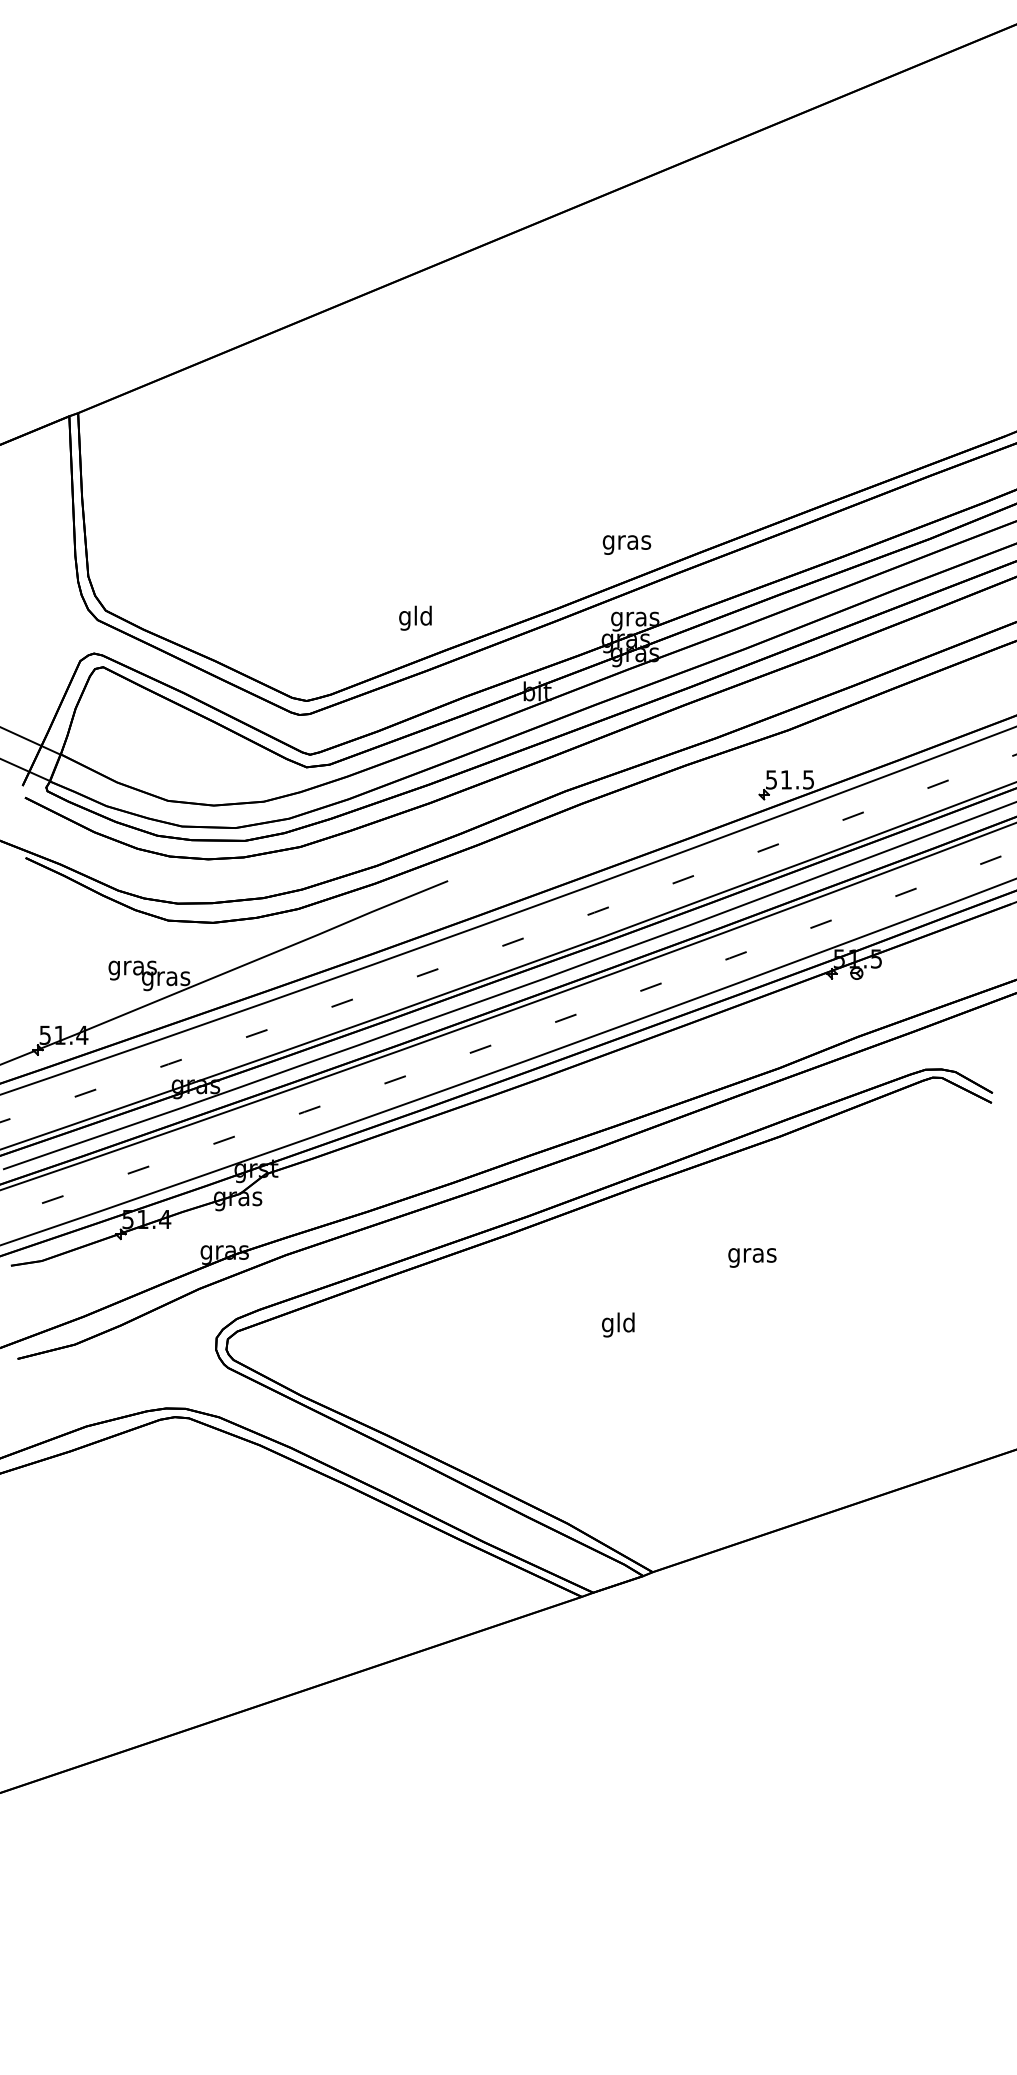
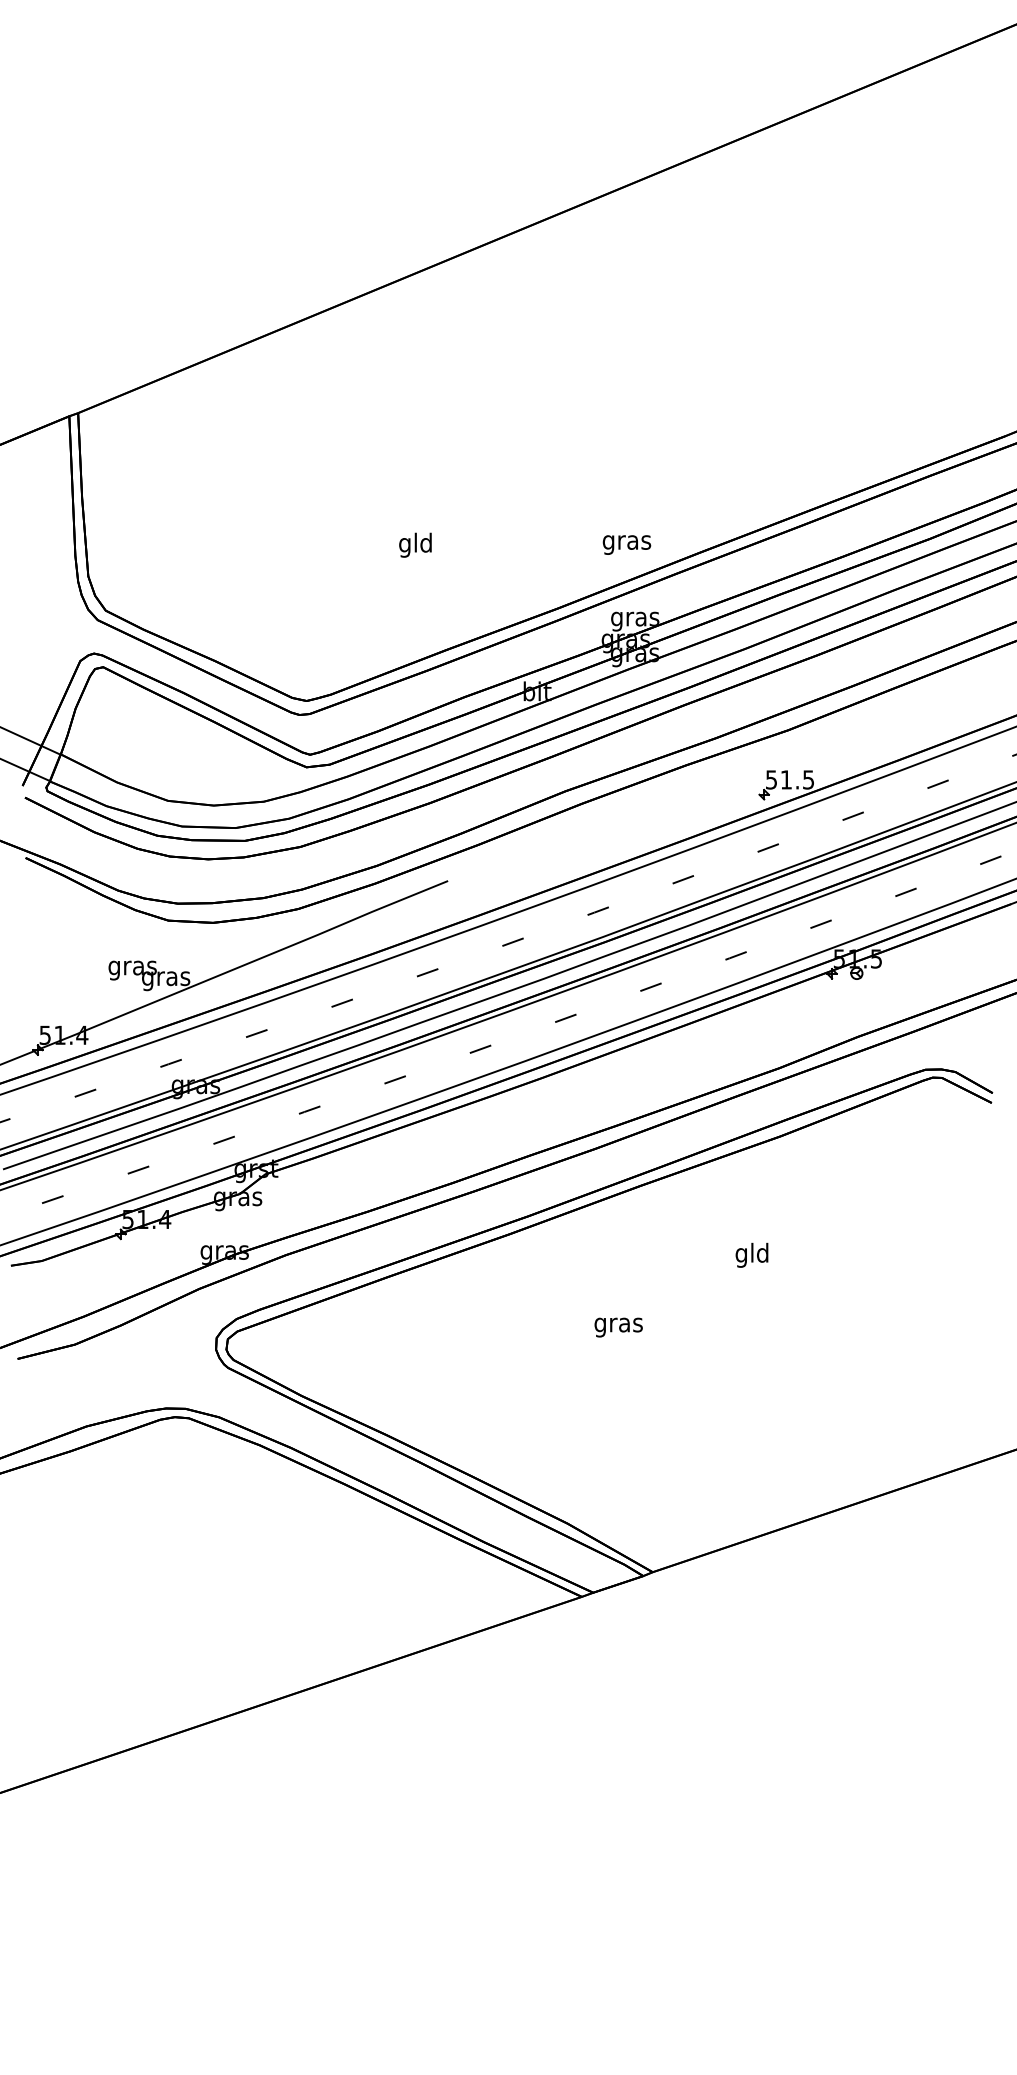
text at (415, 617) position: (415, 617) -> (415, 544)
text at (752, 1254): gras -> gld
text at (618, 1324): gld -> gras
